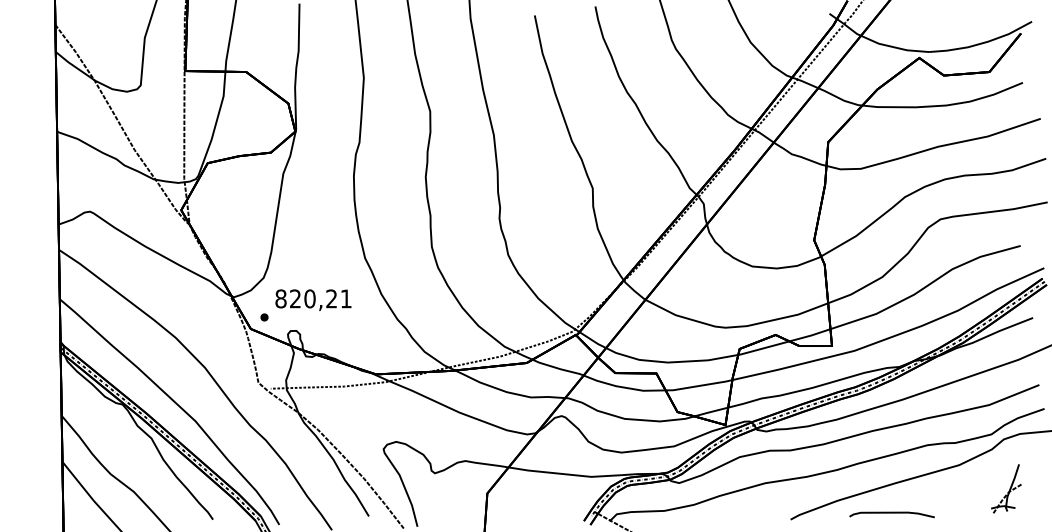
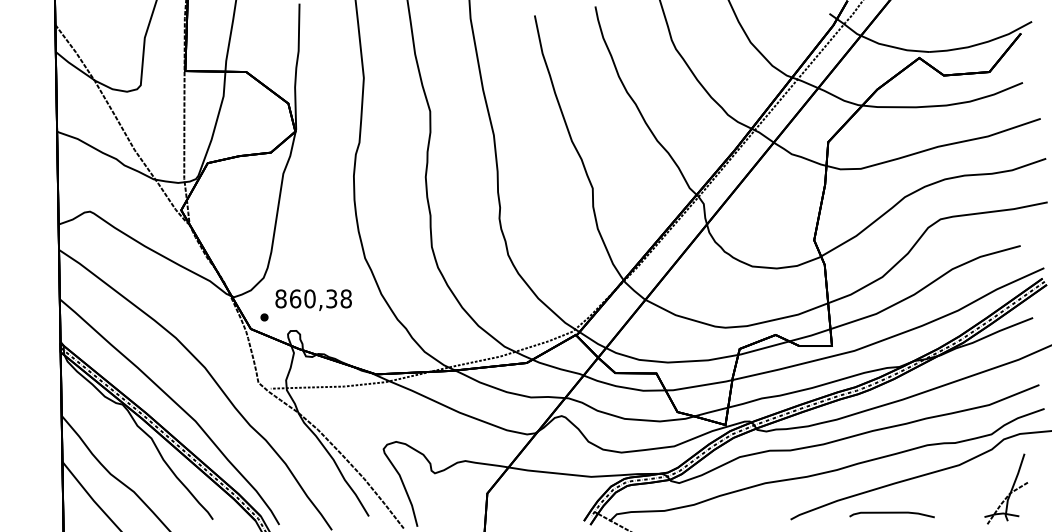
text at (320, 298): 820,21 -> 860,38
part at (1006, 488) size: 31x50 px -> 45x72 px
